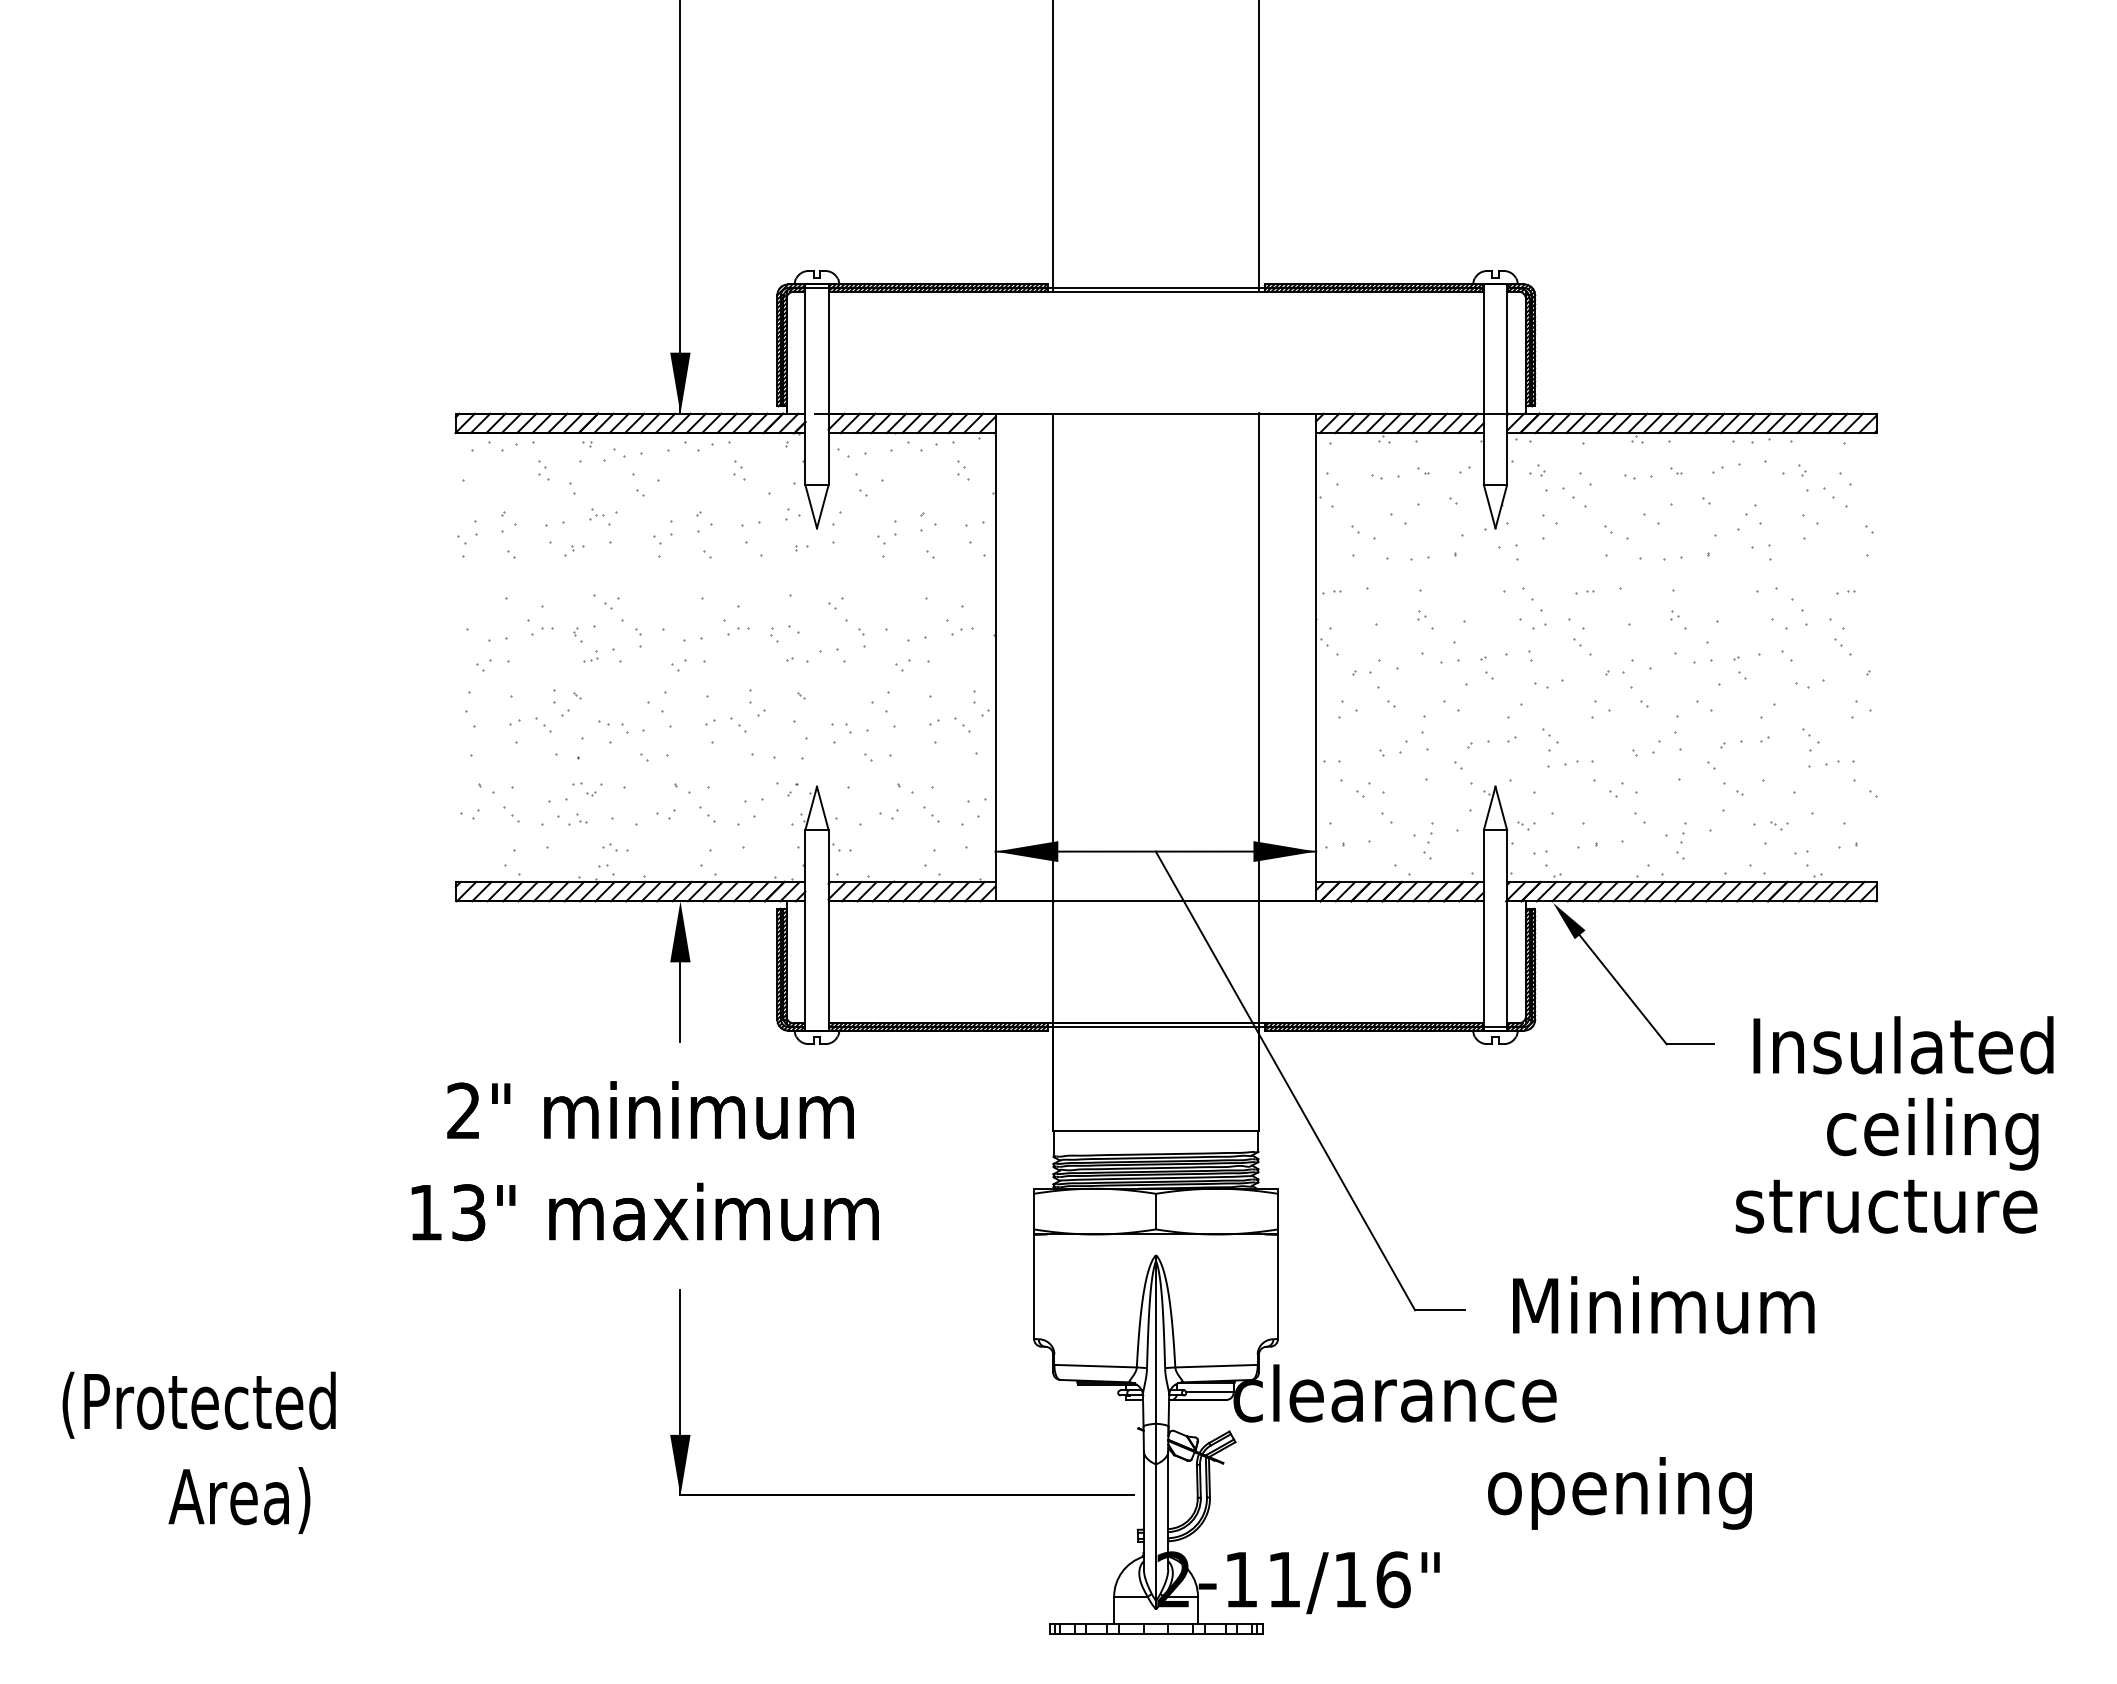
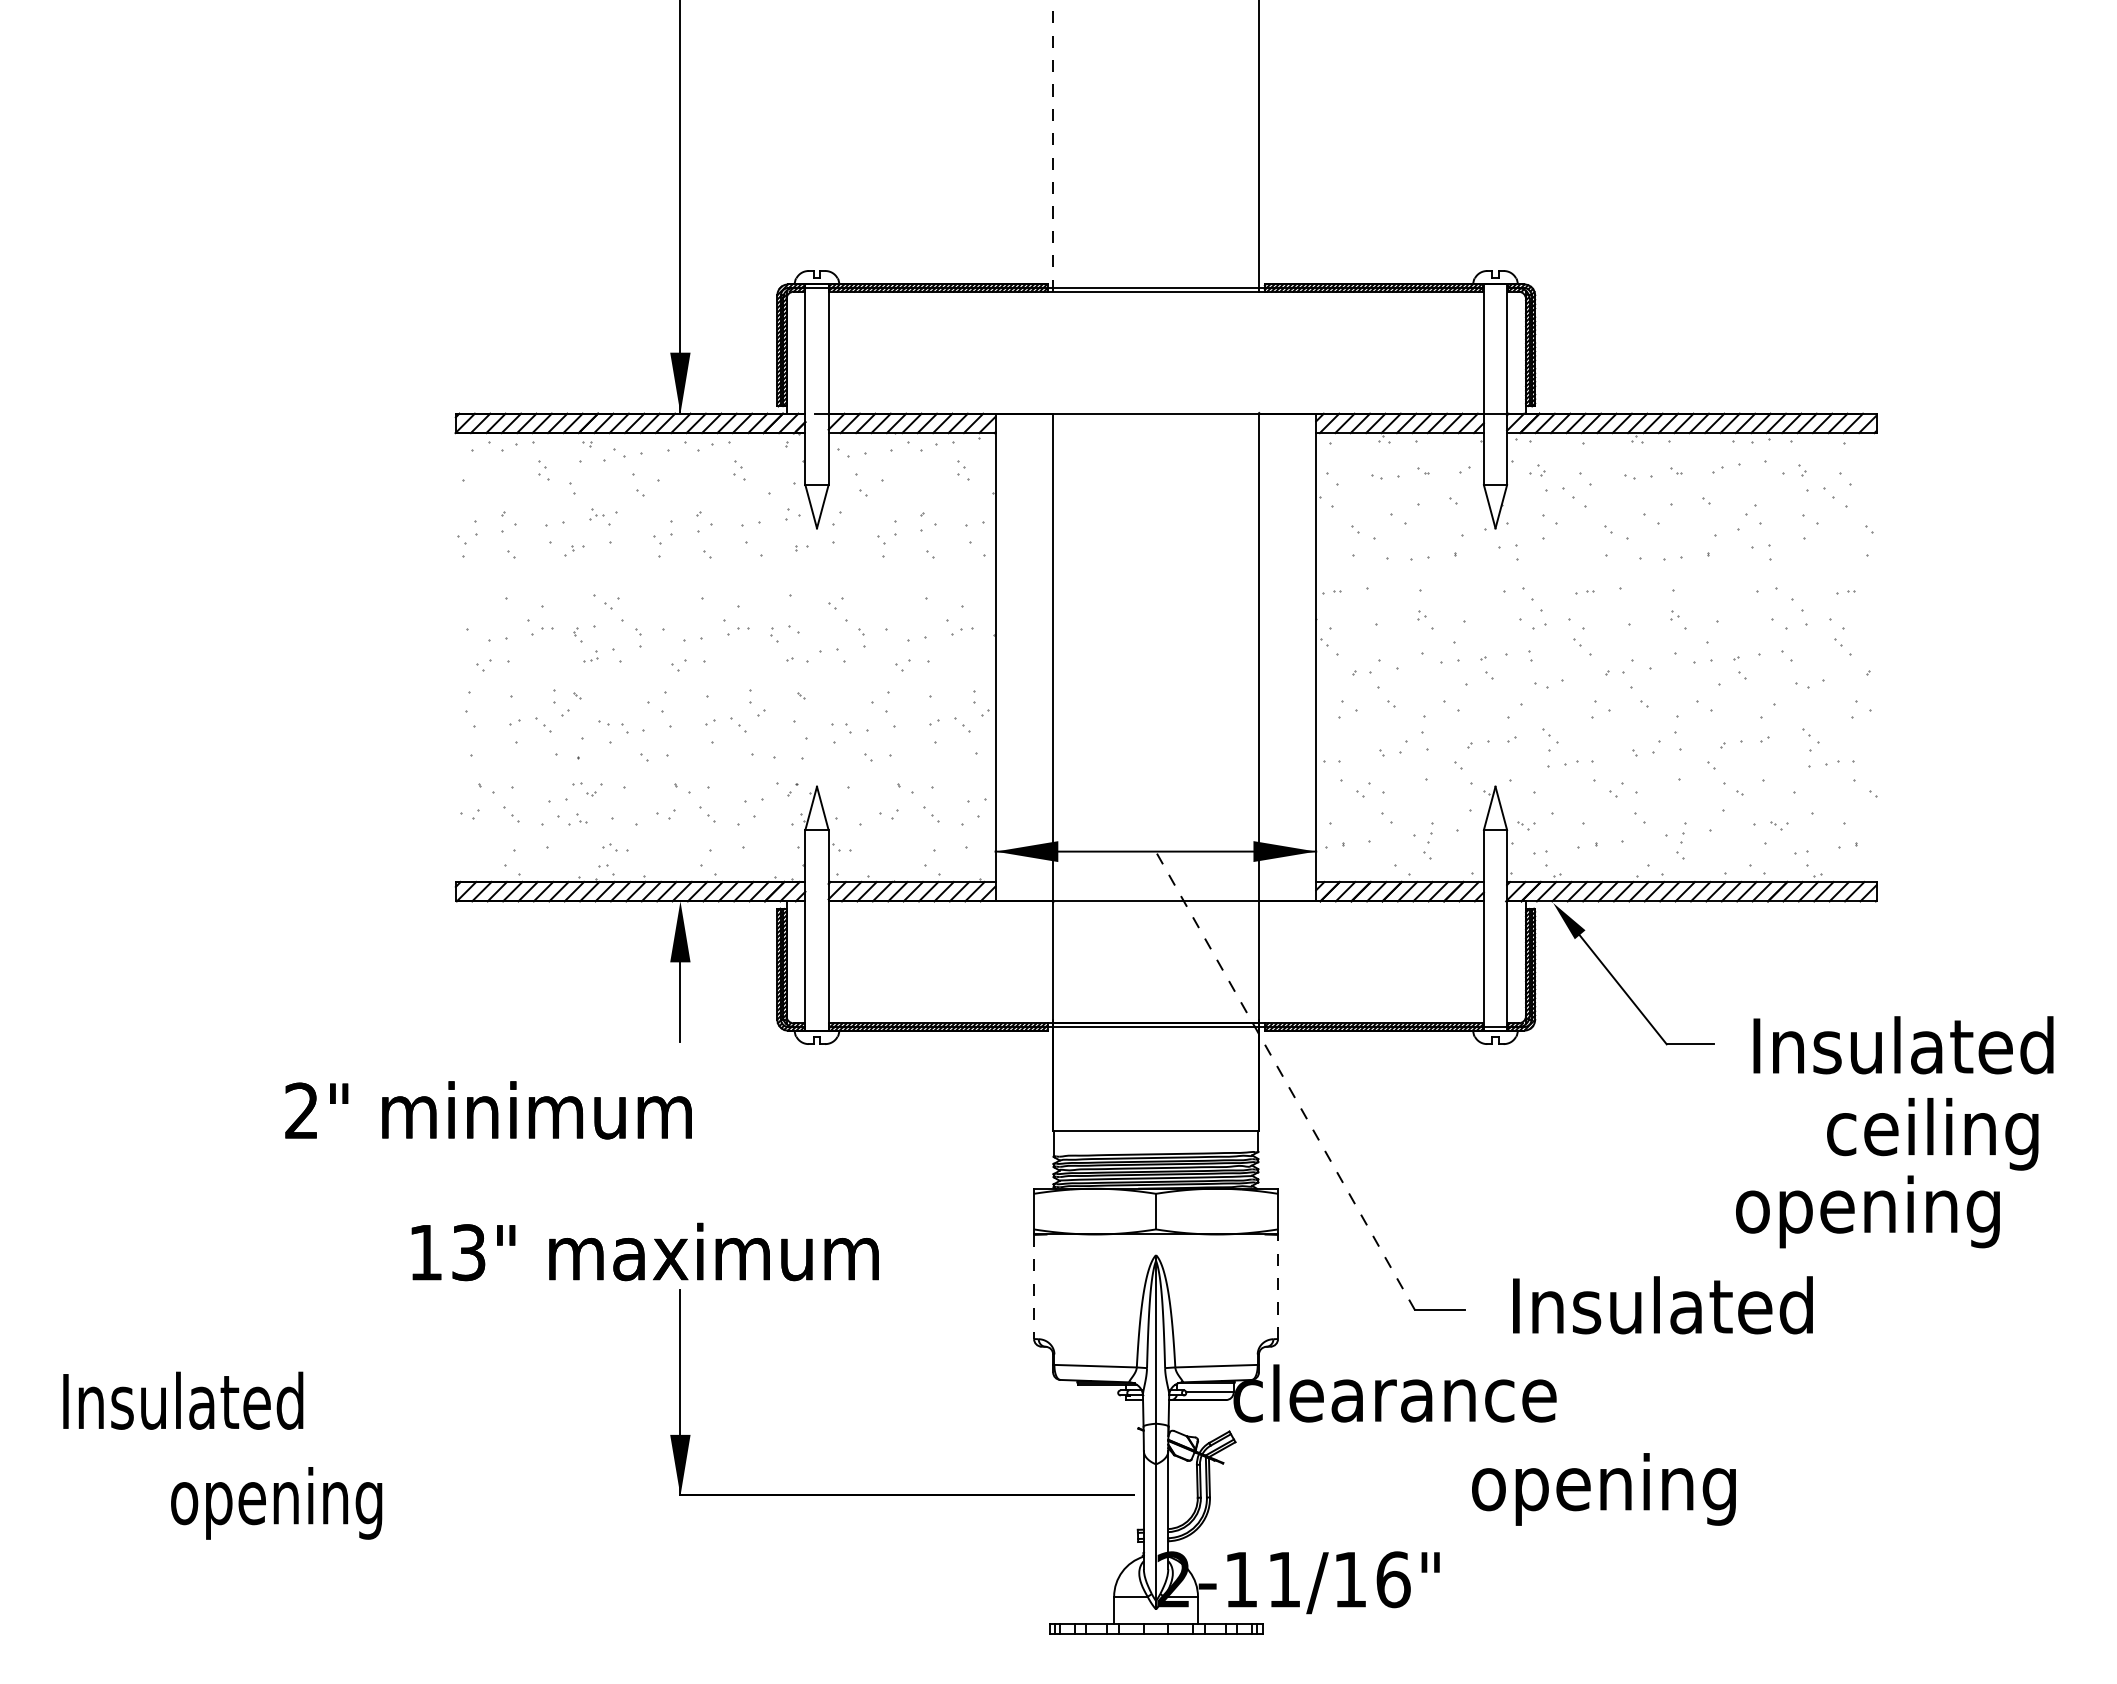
line at (1053, 145): solid -> dashed
line at (1285, 1080): solid -> dashed
text at (650, 1110) position: (650, 1110) -> (488, 1110)
text at (644, 1211) position: (644, 1211) -> (644, 1251)
text at (1886, 1211): structure -> opening
line at (1278, 1286): solid -> dashed
line at (1034, 1287): solid -> dashed
text at (1666, 1305): Minimum -> Insulated
text at (198, 1404): (Protected -> Insulated
text at (1619, 1493) position: (1619, 1493) -> (1603, 1489)
text at (275, 1503): Area) -> opening
